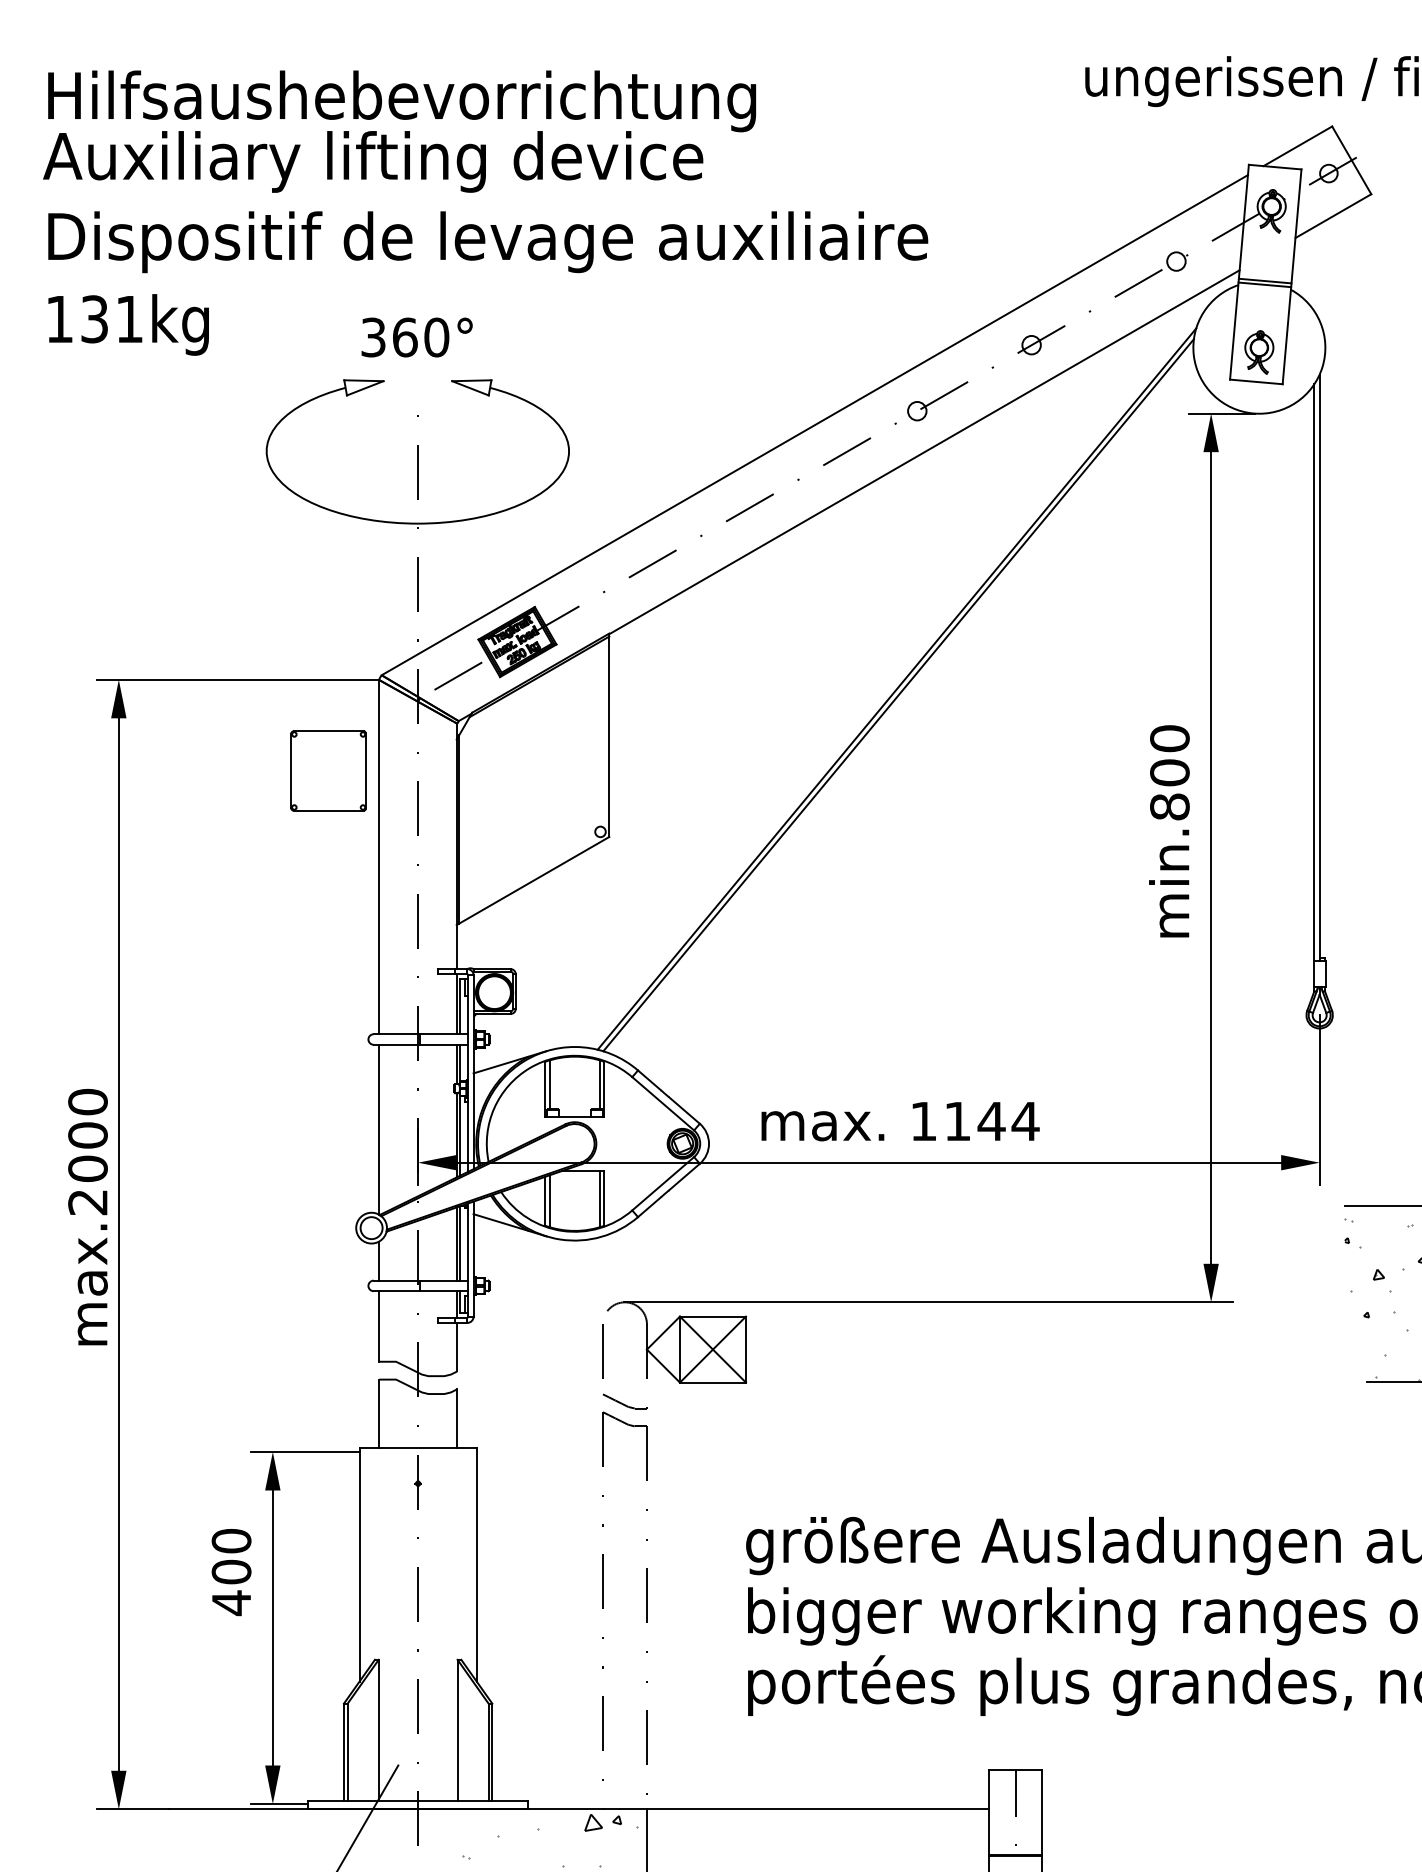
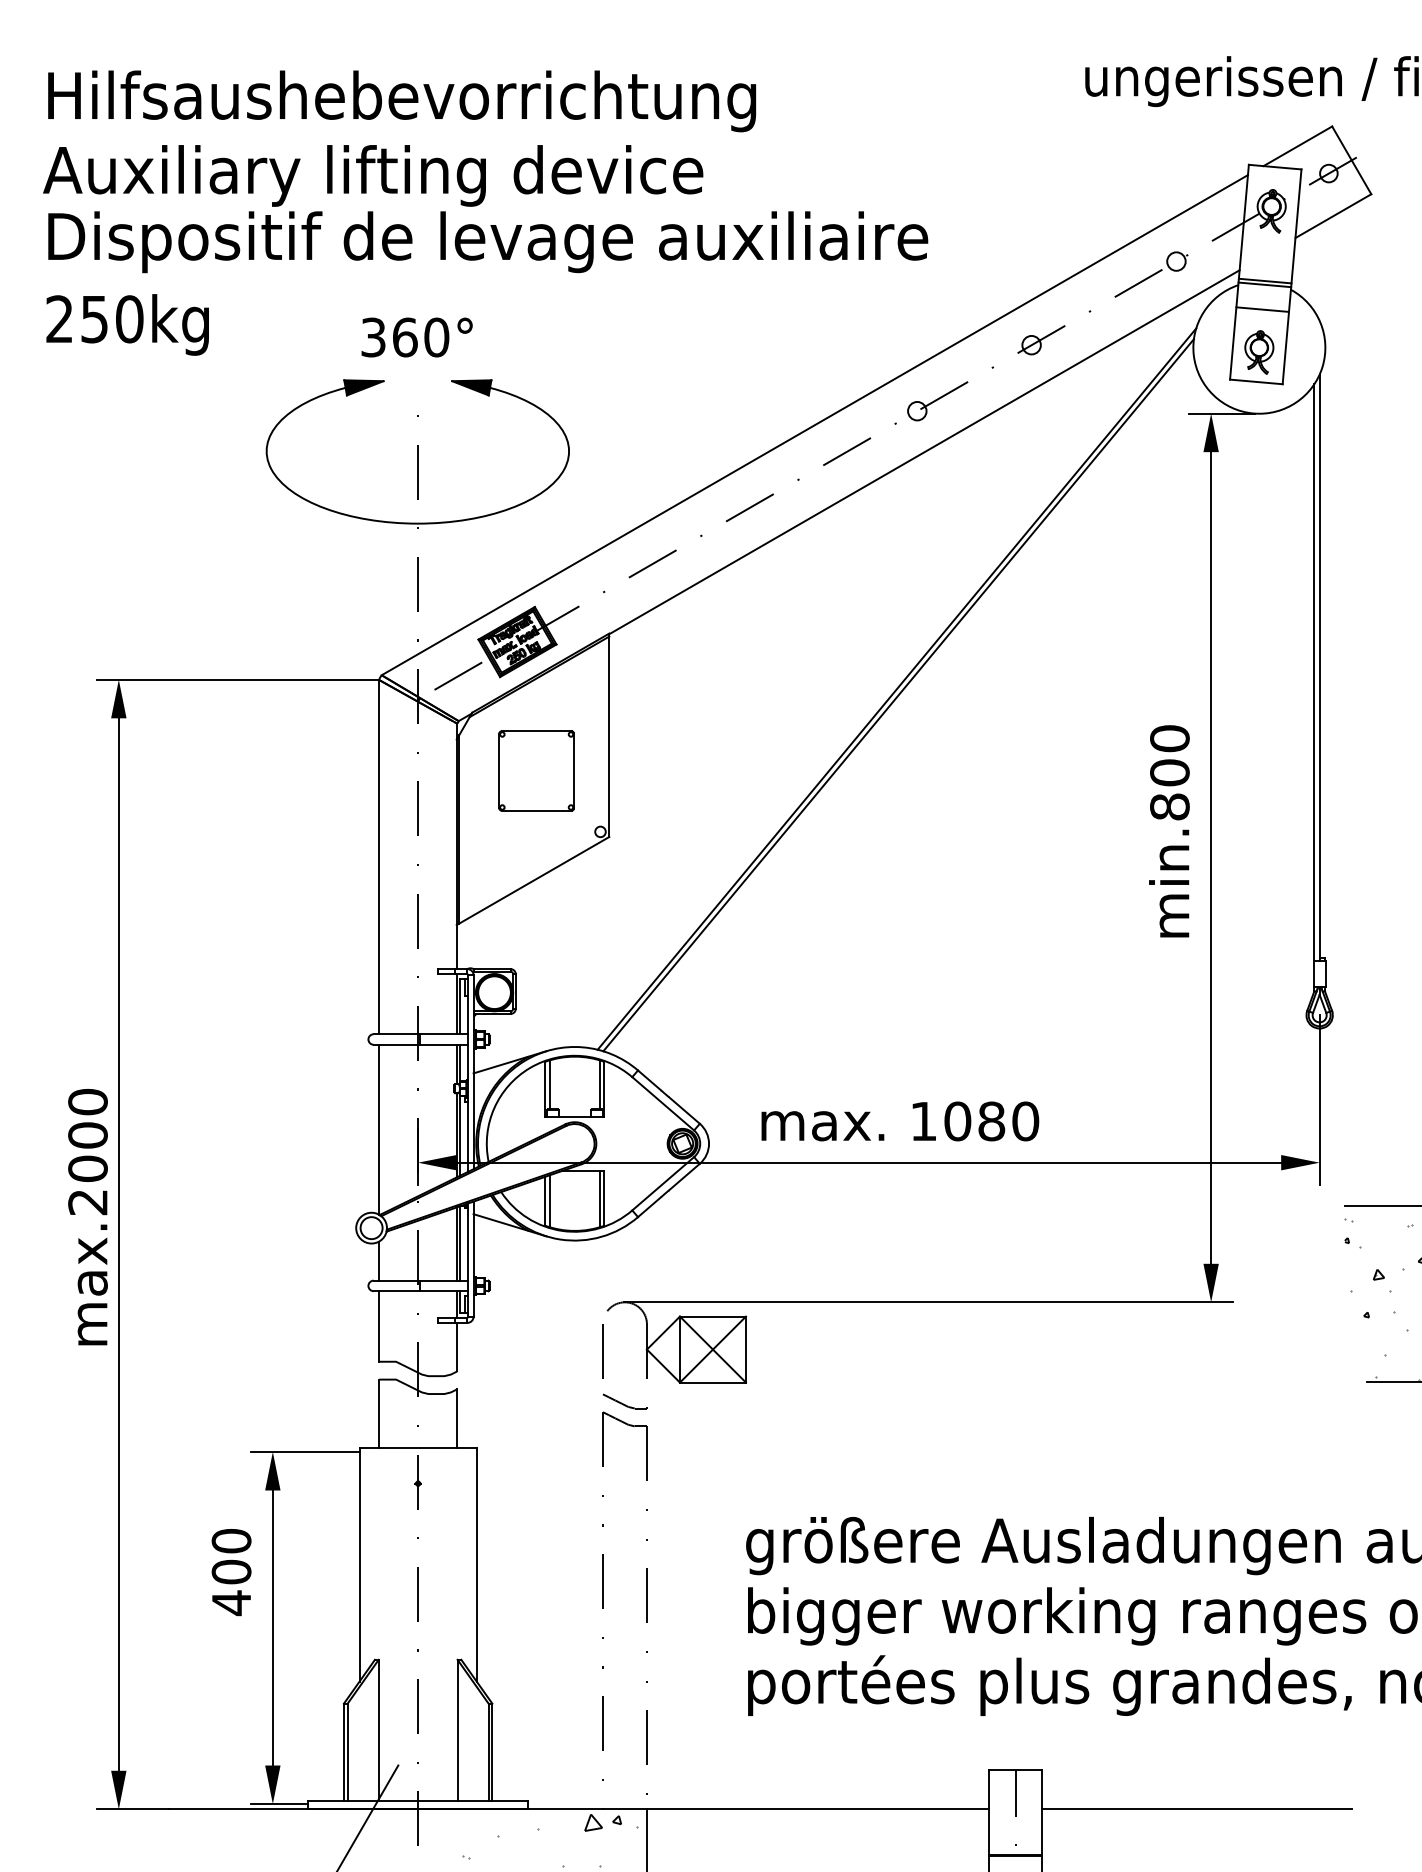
text at (373, 161) position: (373, 161) -> (373, 175)
line at (1262, 309): none -> present
text at (94, 319): 131kg -> 250kg
fill at (363, 387): none -> present
fill at (471, 387): none -> present
part at (328, 770) position: (328, 770) -> (536, 770)
text at (991, 1121): 1144 -> 1080
line at (1196, 1809): none -> present
